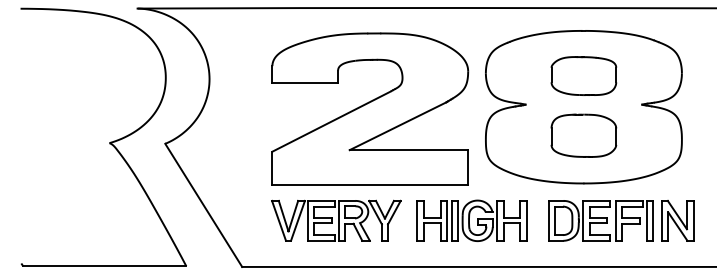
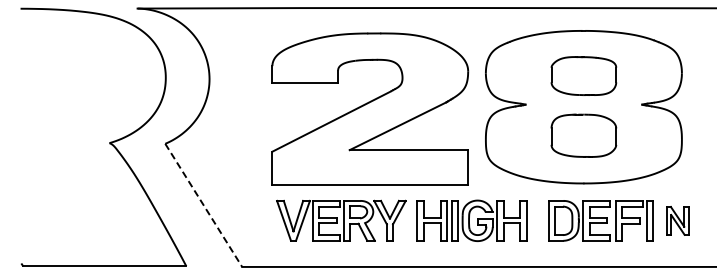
line at (203, 205): solid -> dashed
part at (336, 220) position: (336, 220) -> (341, 220)
part at (677, 220) size: 34x42 px -> 24x30 px
